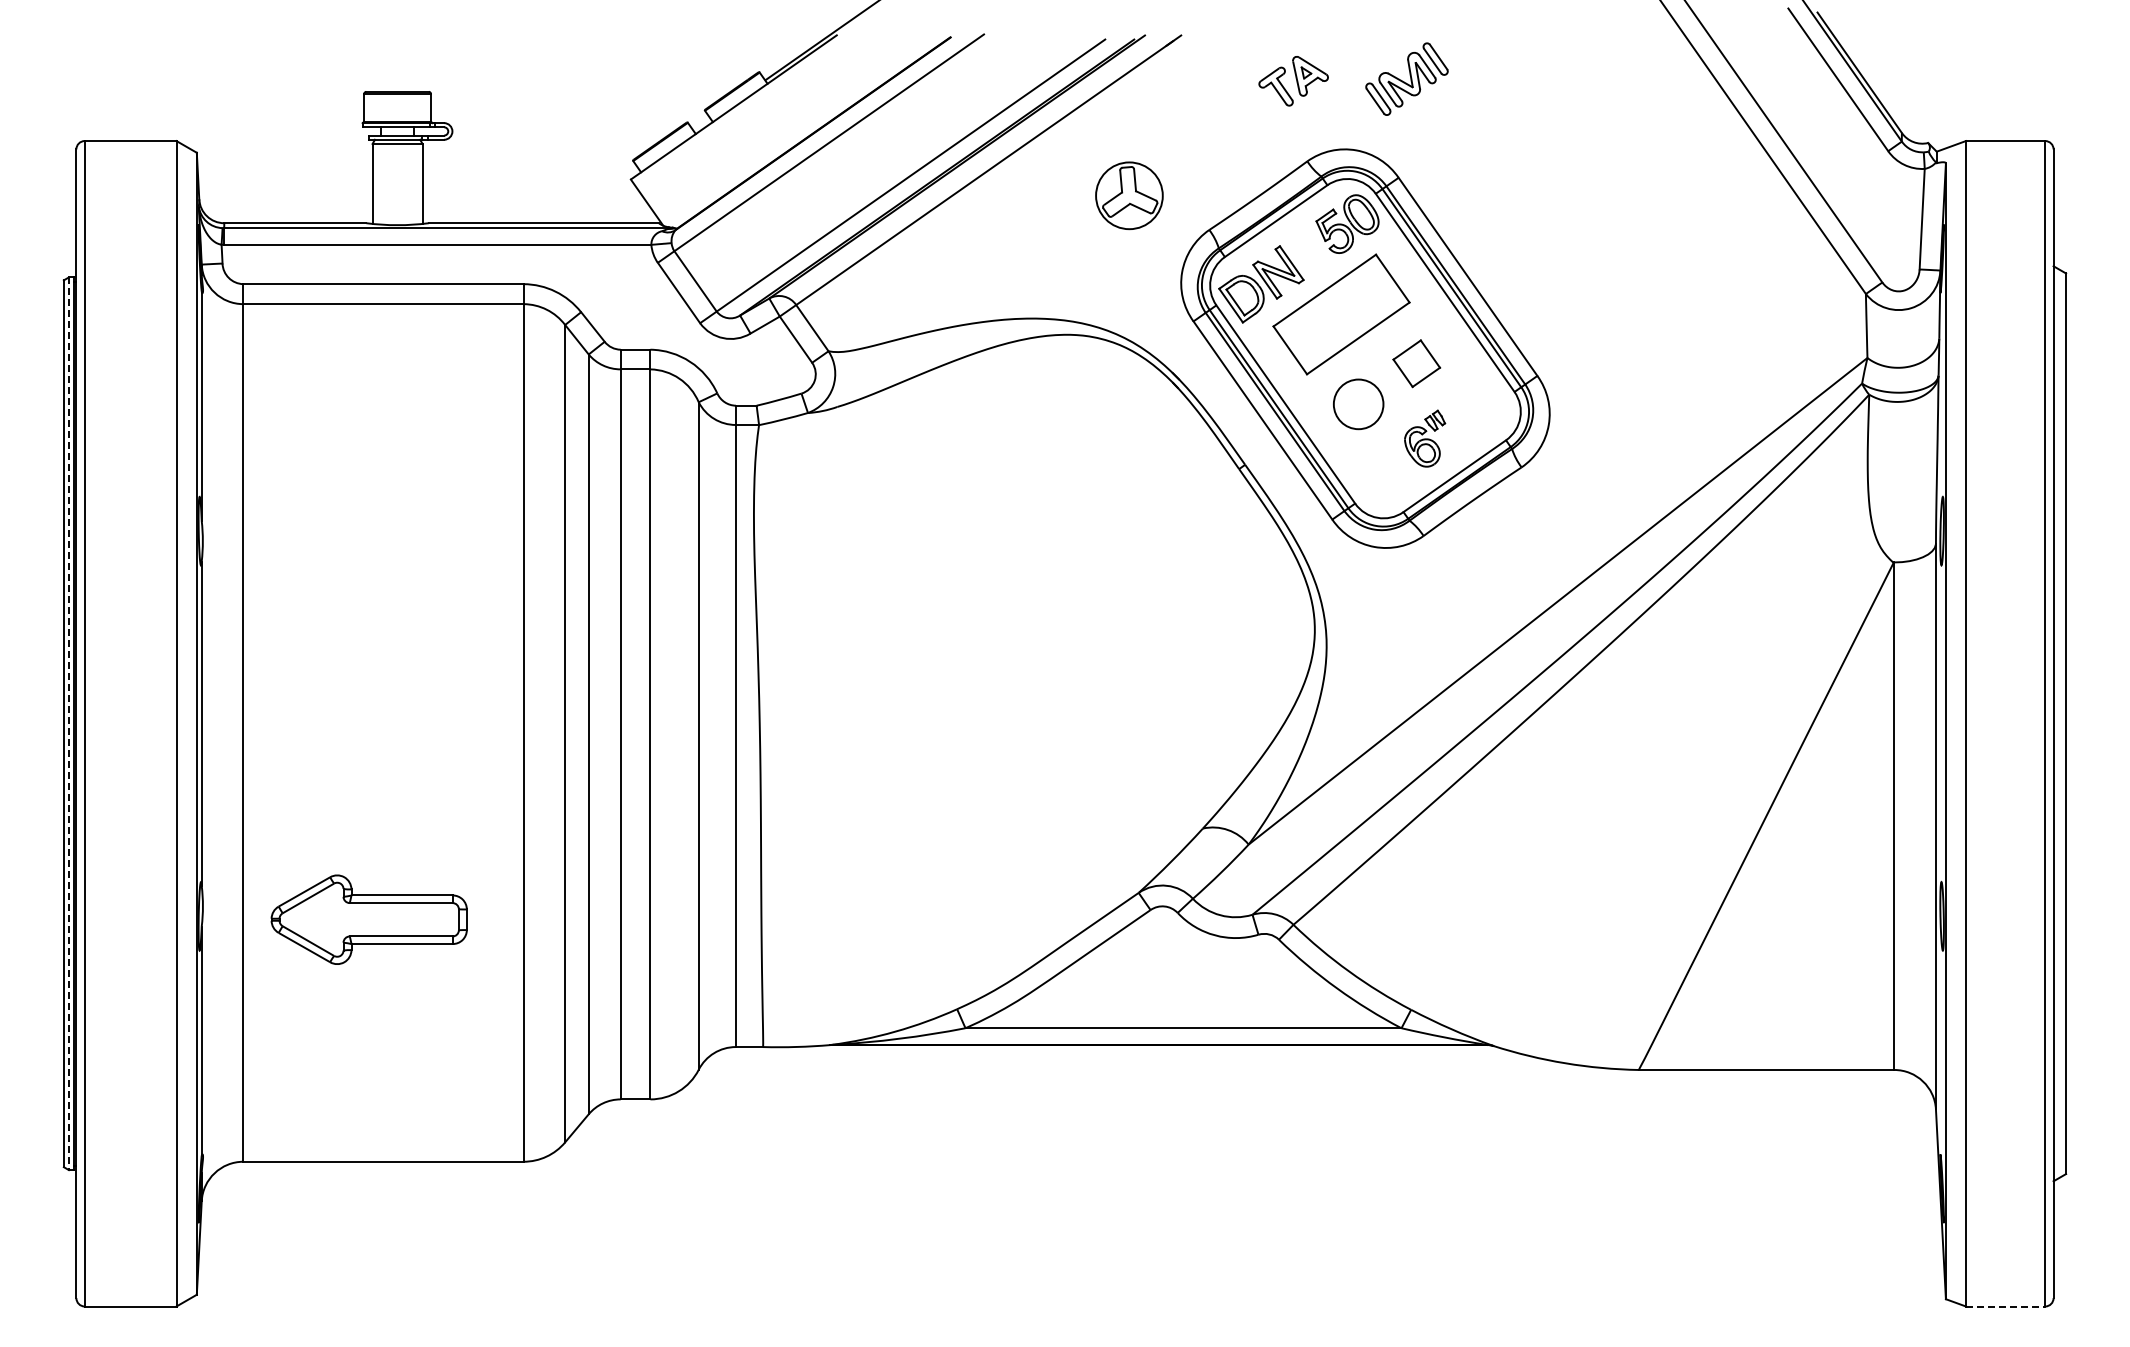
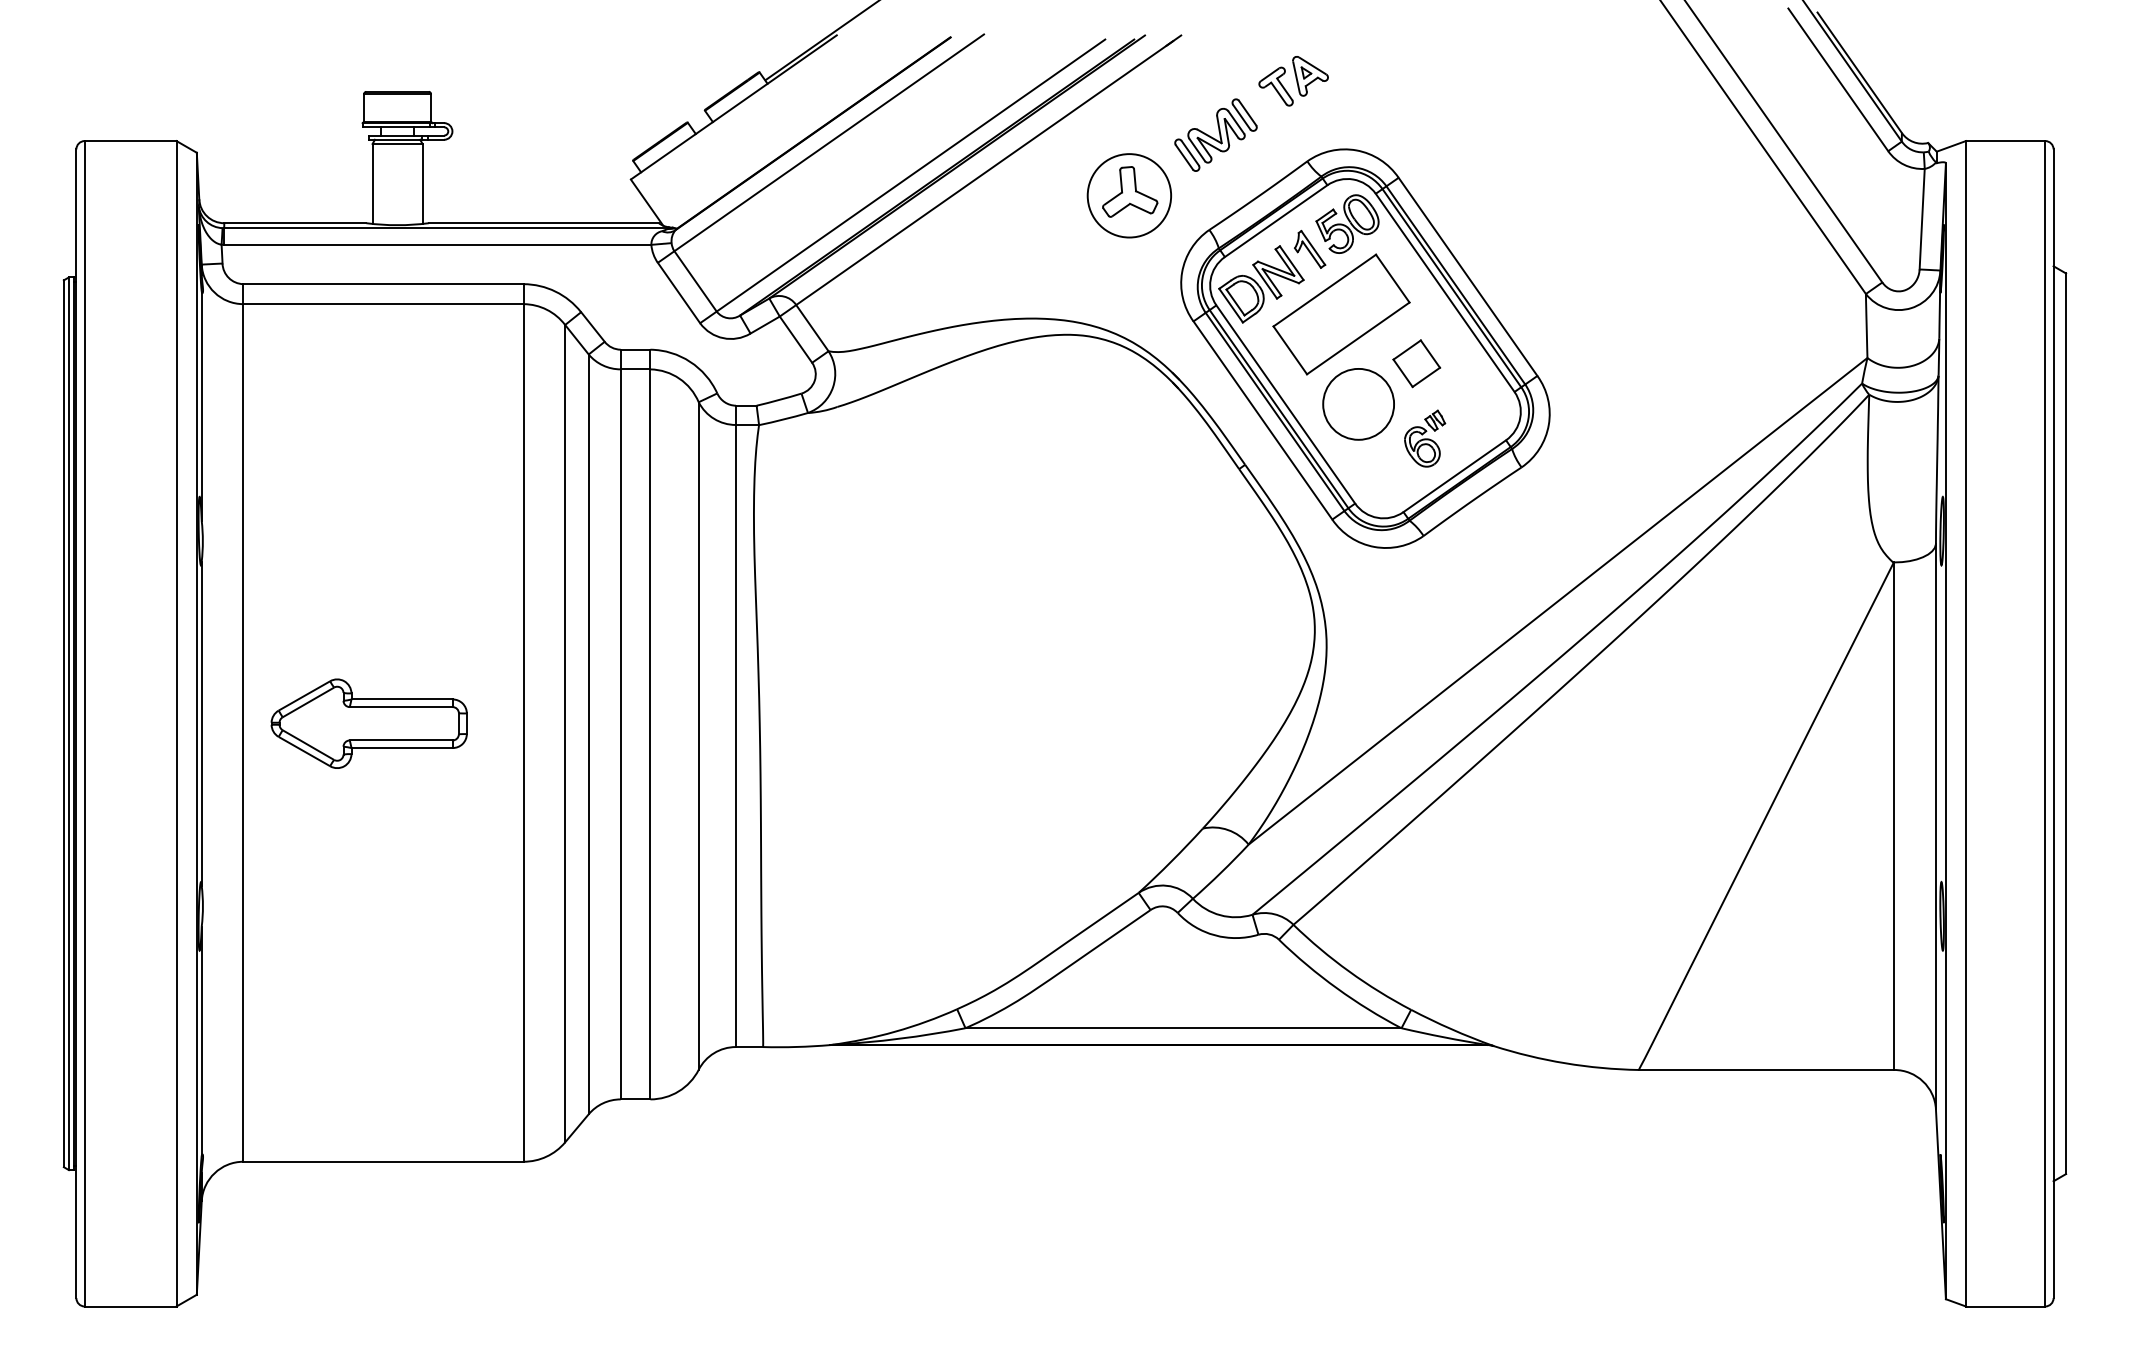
part at (1406, 78) position: (1406, 78) -> (1215, 134)
circle at (1129, 195) diameter: 67 px -> 83 px
part at (1310, 249): none -> present
circle at (1358, 404) diameter: 50 px -> 71 px
line at (68, 724): dashed -> solid
part at (368, 919) position: (368, 919) -> (368, 723)
line at (2005, 1306): dashed -> solid
